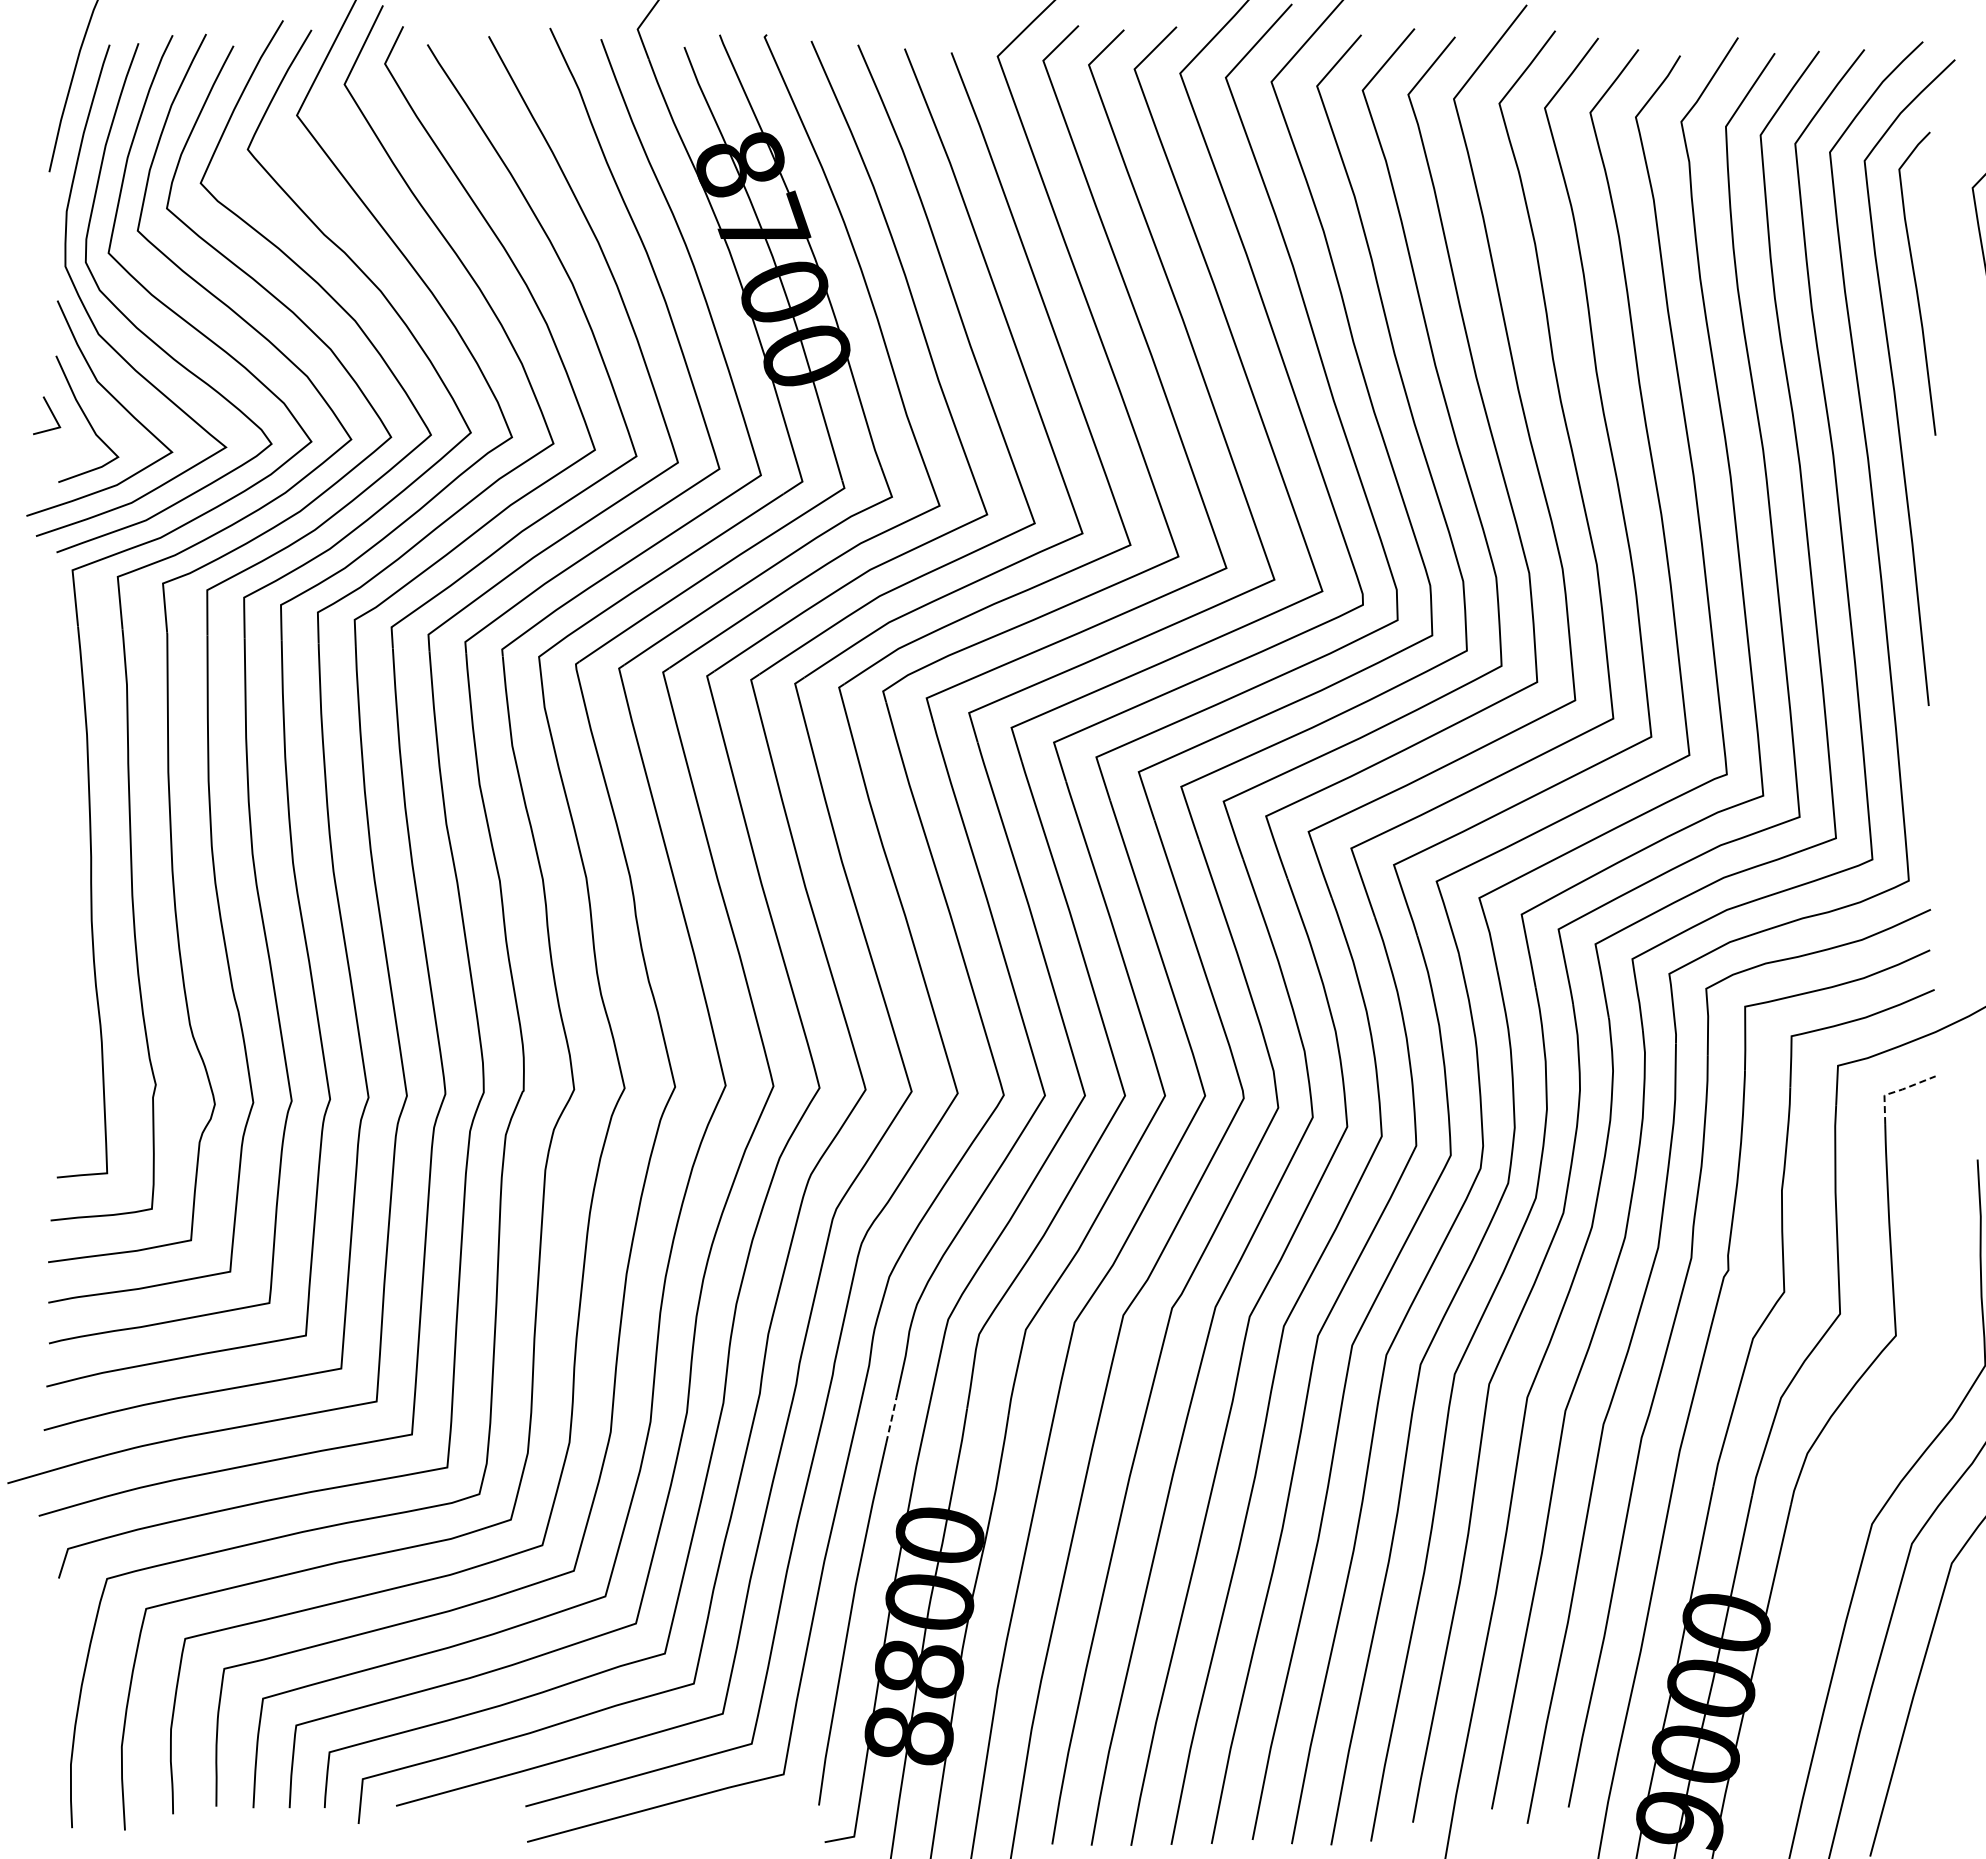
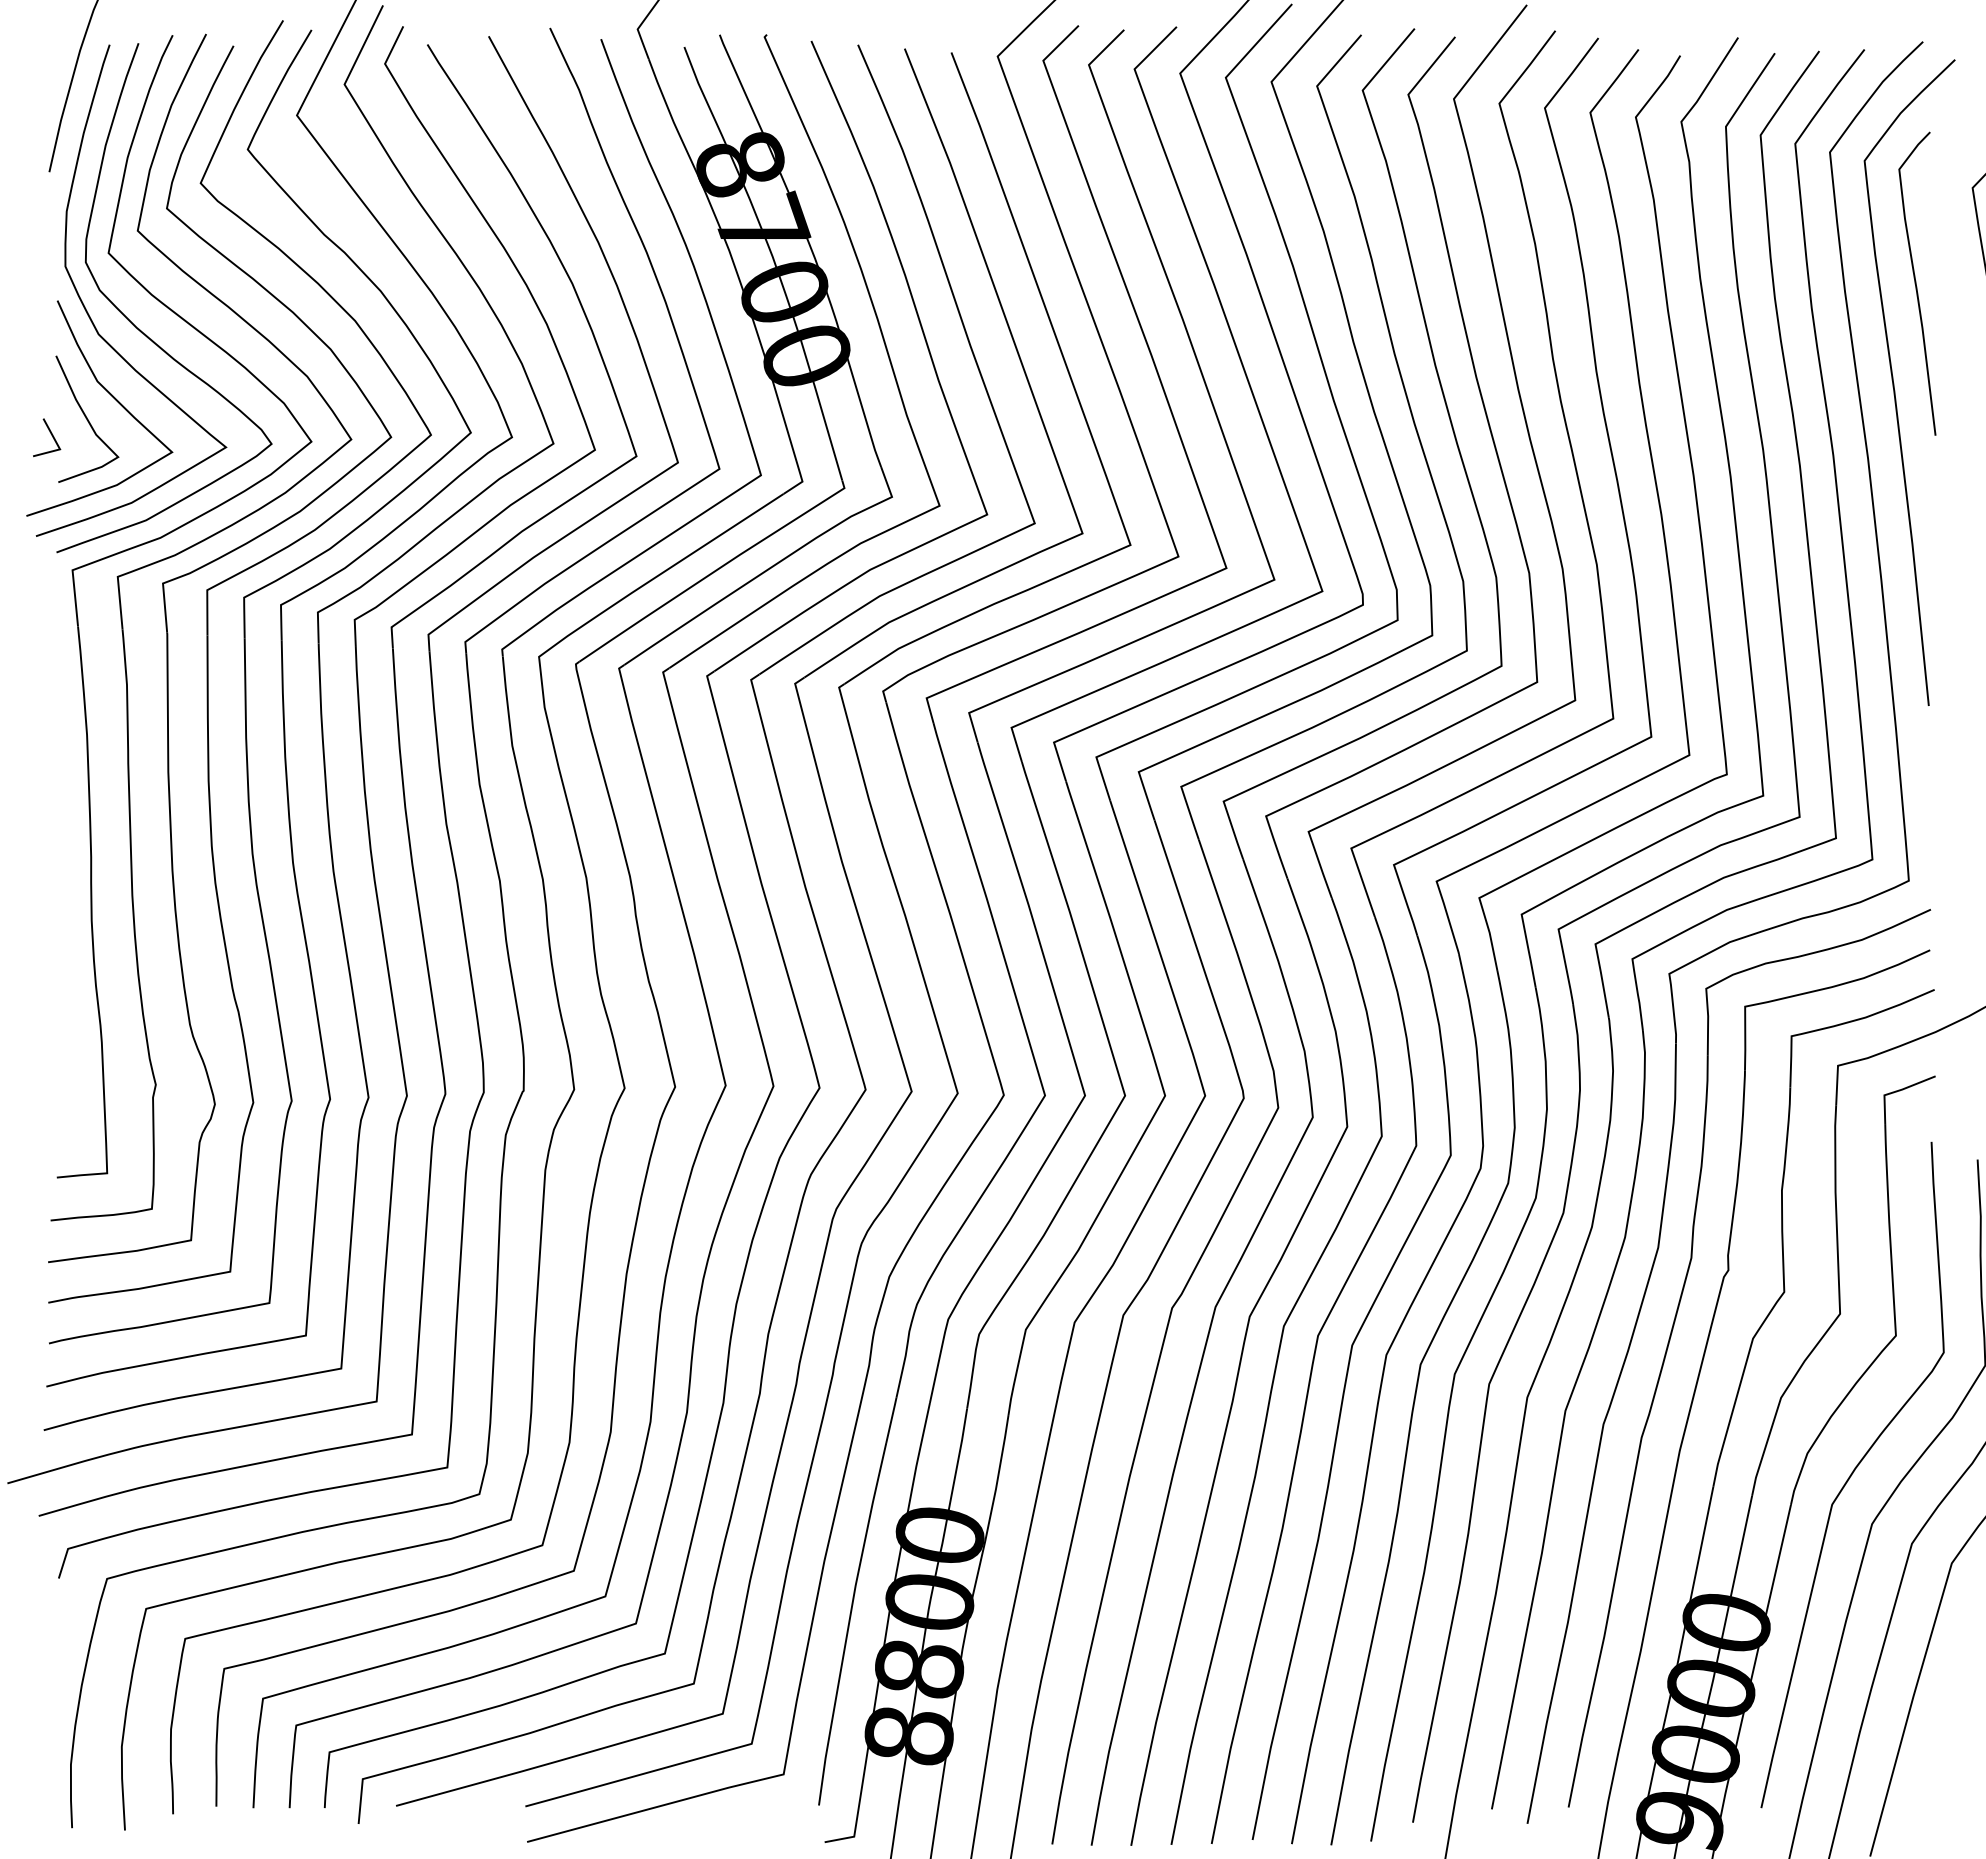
line at (51, 413) position: (51, 413) -> (51, 435)
line at (1896, 1091): dashed -> solid
line at (891, 1419): dashed -> solid
curve at (1852, 1474): none -> present
